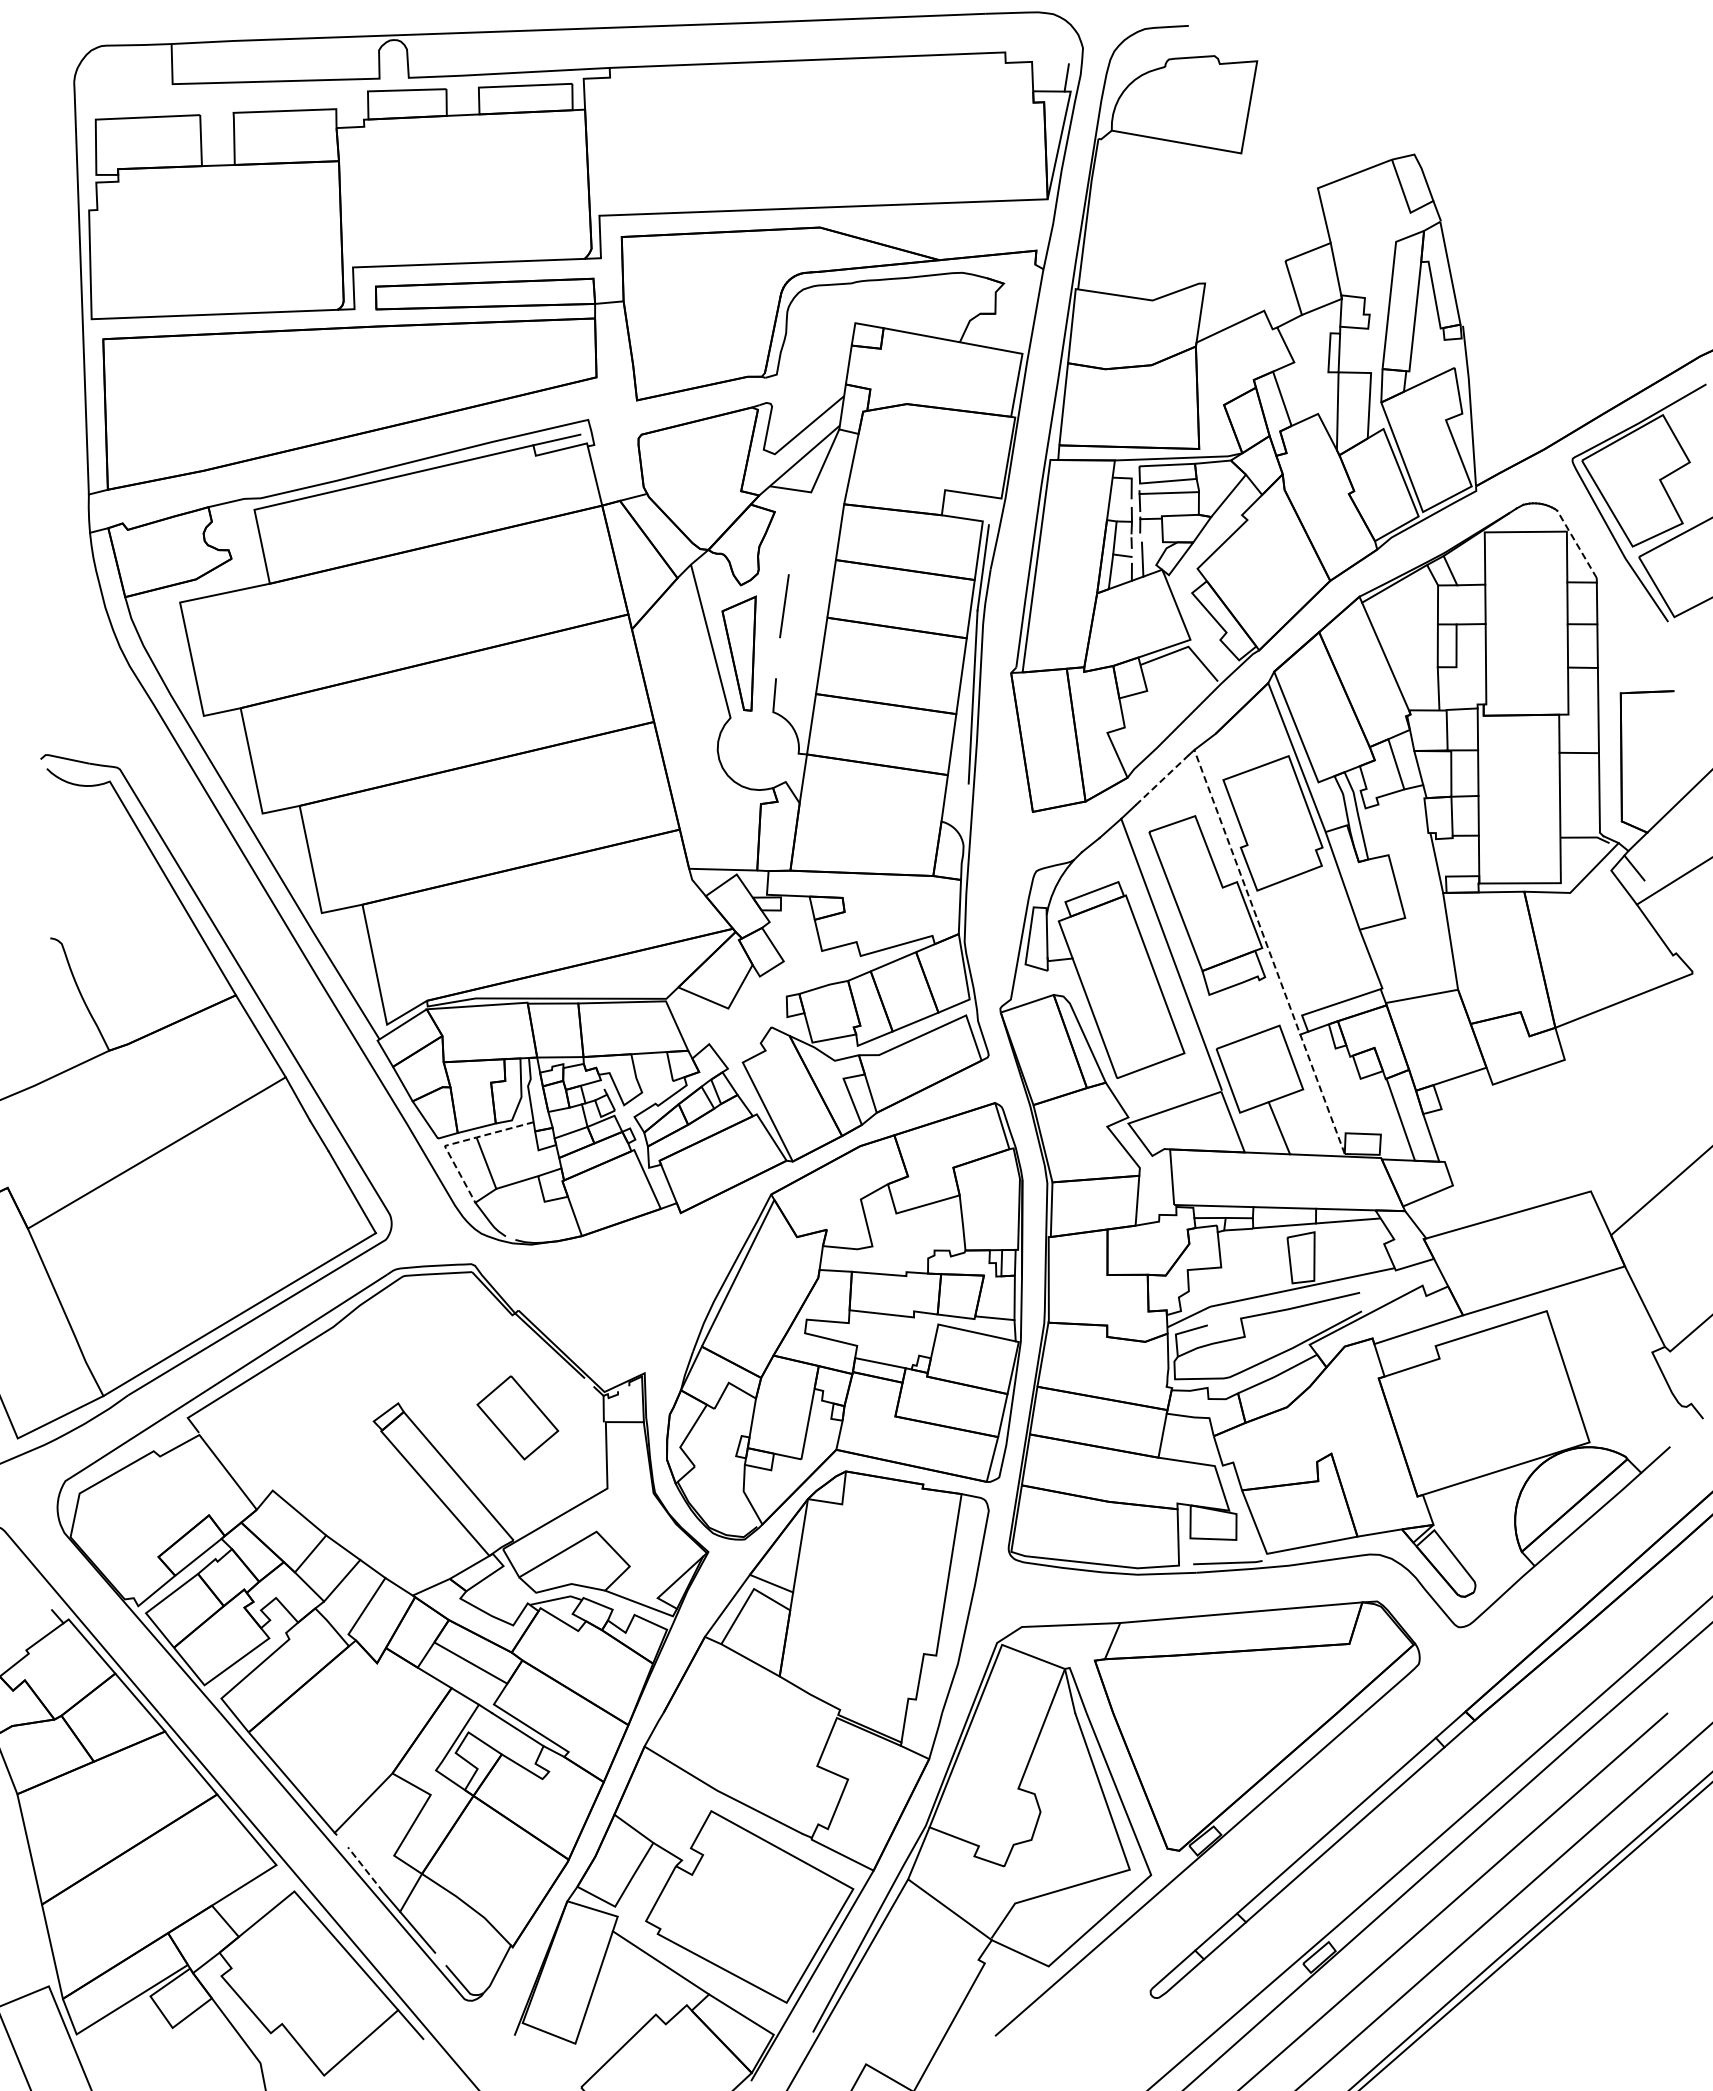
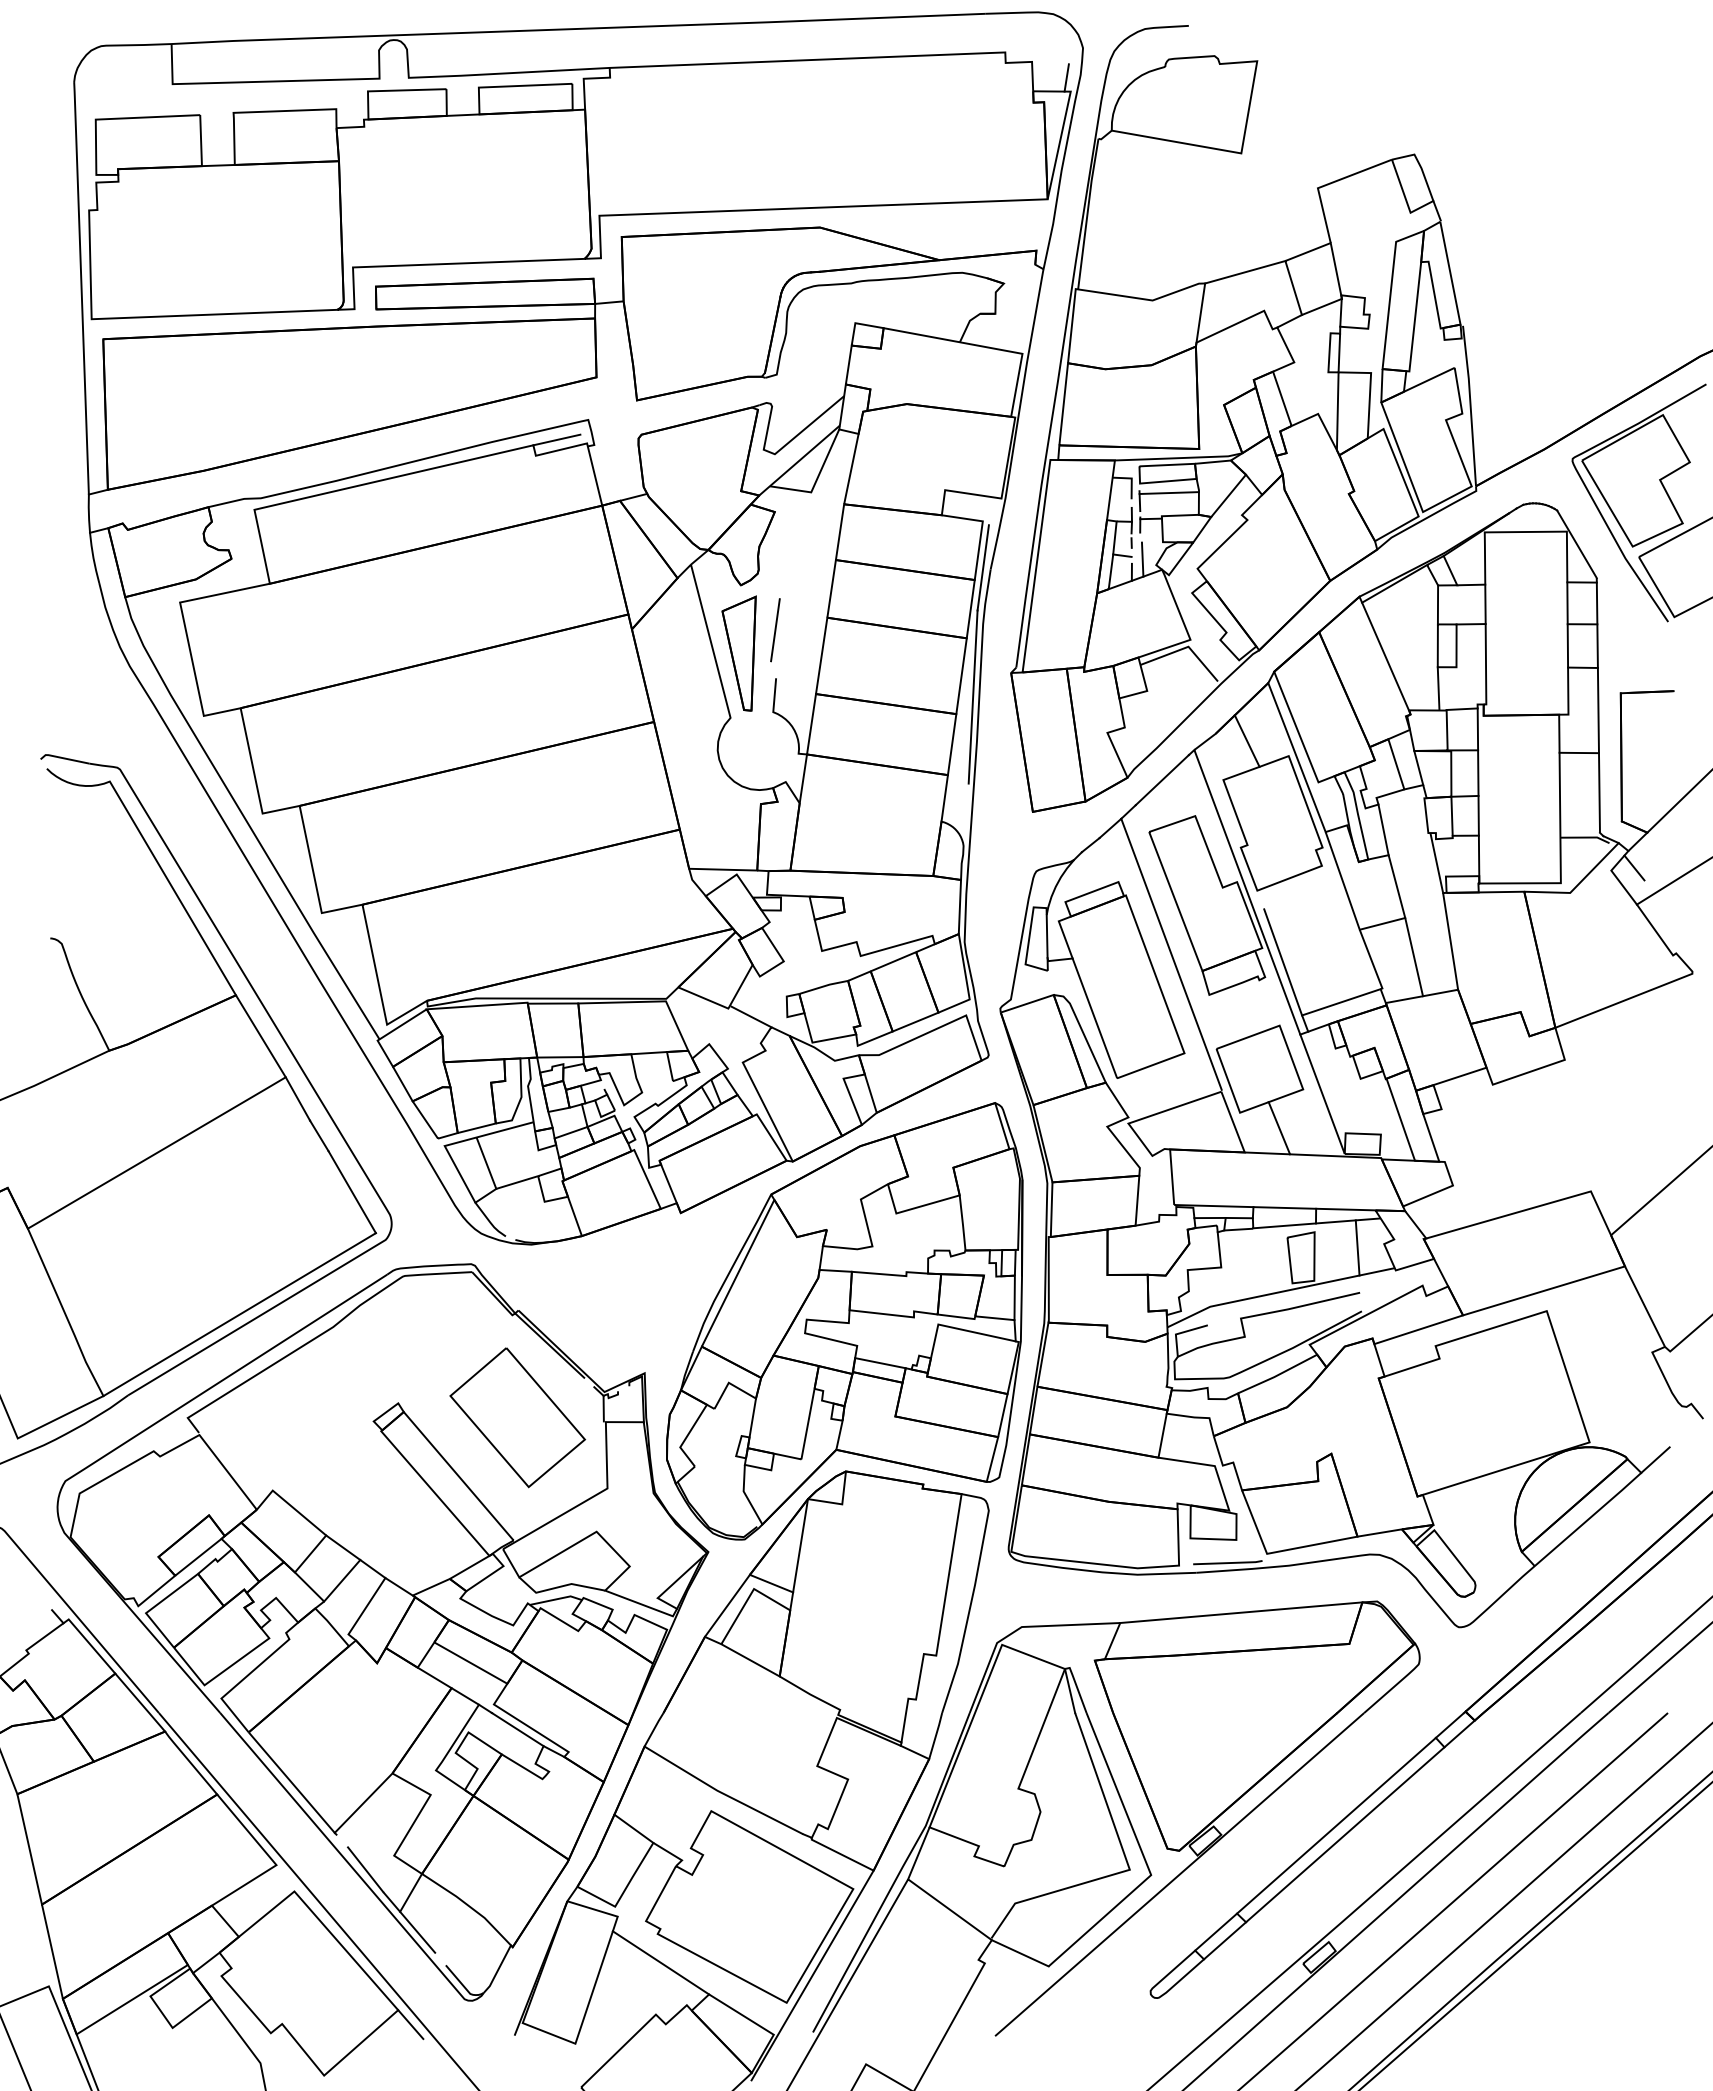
line at (1245, 272): none -> present
line at (1576, 543): dashed -> solid
line at (784, 606) position: (784, 606) -> (775, 630)
line at (1246, 740): none -> present
line at (1162, 780): dashed -> solid
line at (1383, 829): none -> present
line at (1269, 952): dashed -> solid
line at (1414, 957): none -> present
line at (1283, 962): none -> present
line at (751, 1016): none -> present
line at (458, 1142): dashed -> solid
line at (1357, 1247): none -> present
part at (517, 1417) size: 84x86 px -> 138x142 px
line at (365, 1869): dashed -> solid
line at (79, 2042): none -> present
